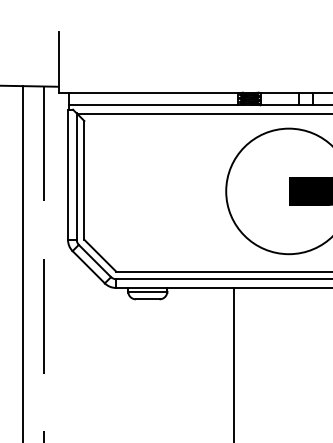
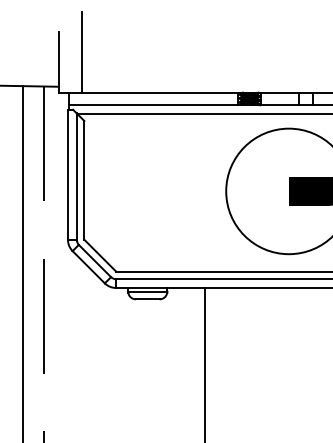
line at (82, 51): none -> present
line at (234, 363) position: (234, 363) -> (205, 363)
